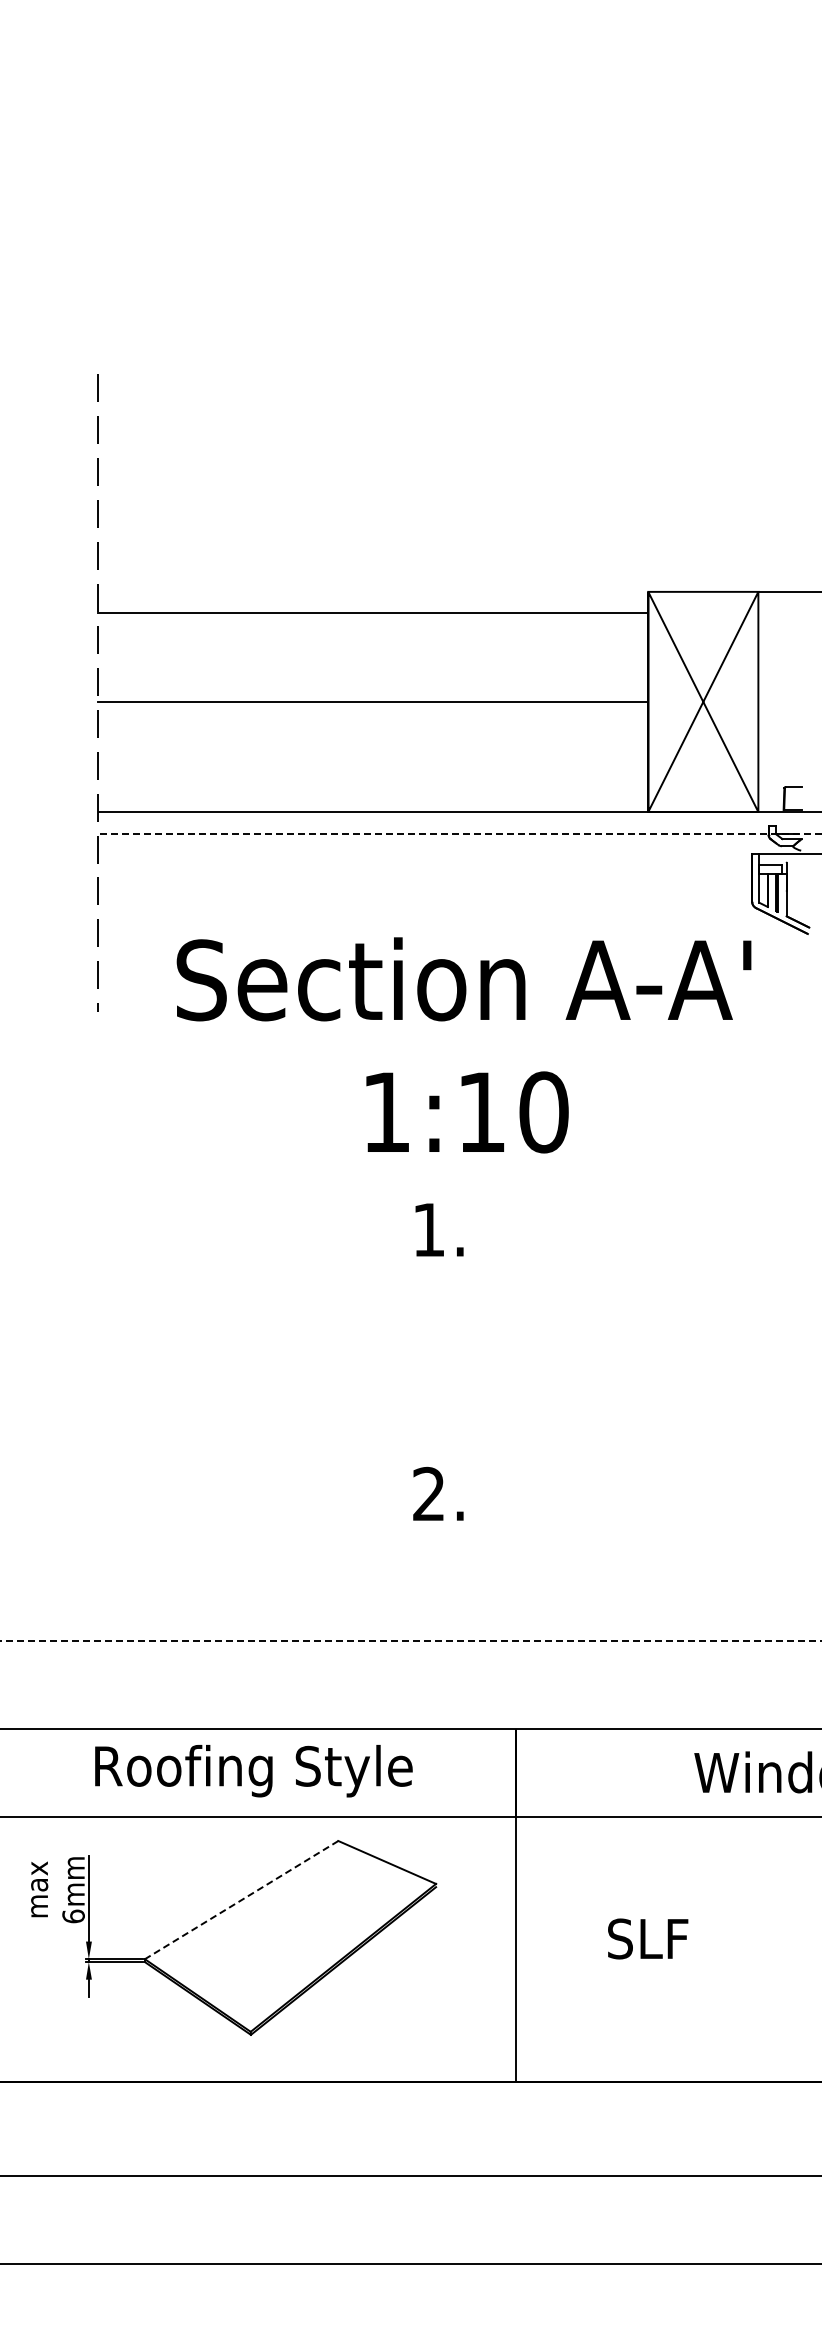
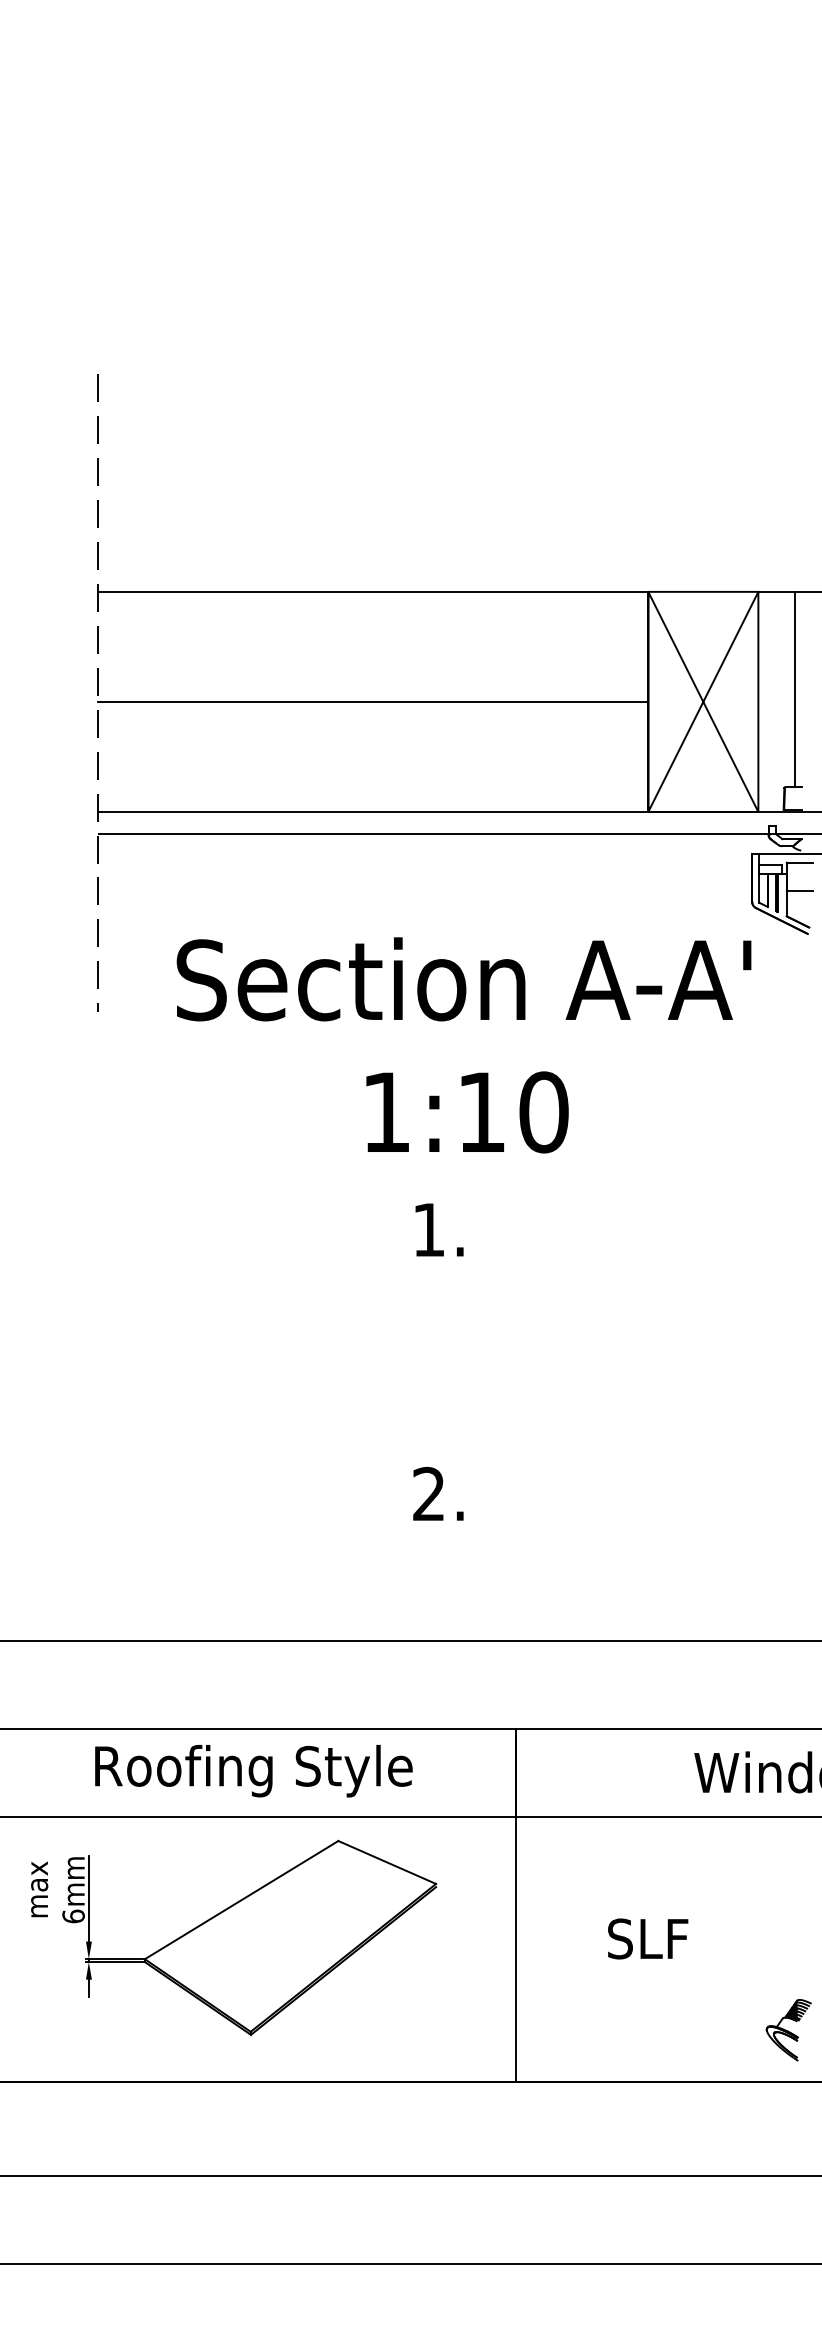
line at (373, 612) position: (373, 612) -> (373, 591)
line at (795, 688): none -> present
line at (459, 834): dashed -> solid
line at (799, 862): none -> present
line at (799, 891): none -> present
line at (411, 1641): dashed -> solid
line at (241, 1900): dashed -> solid
part at (788, 2030): none -> present
